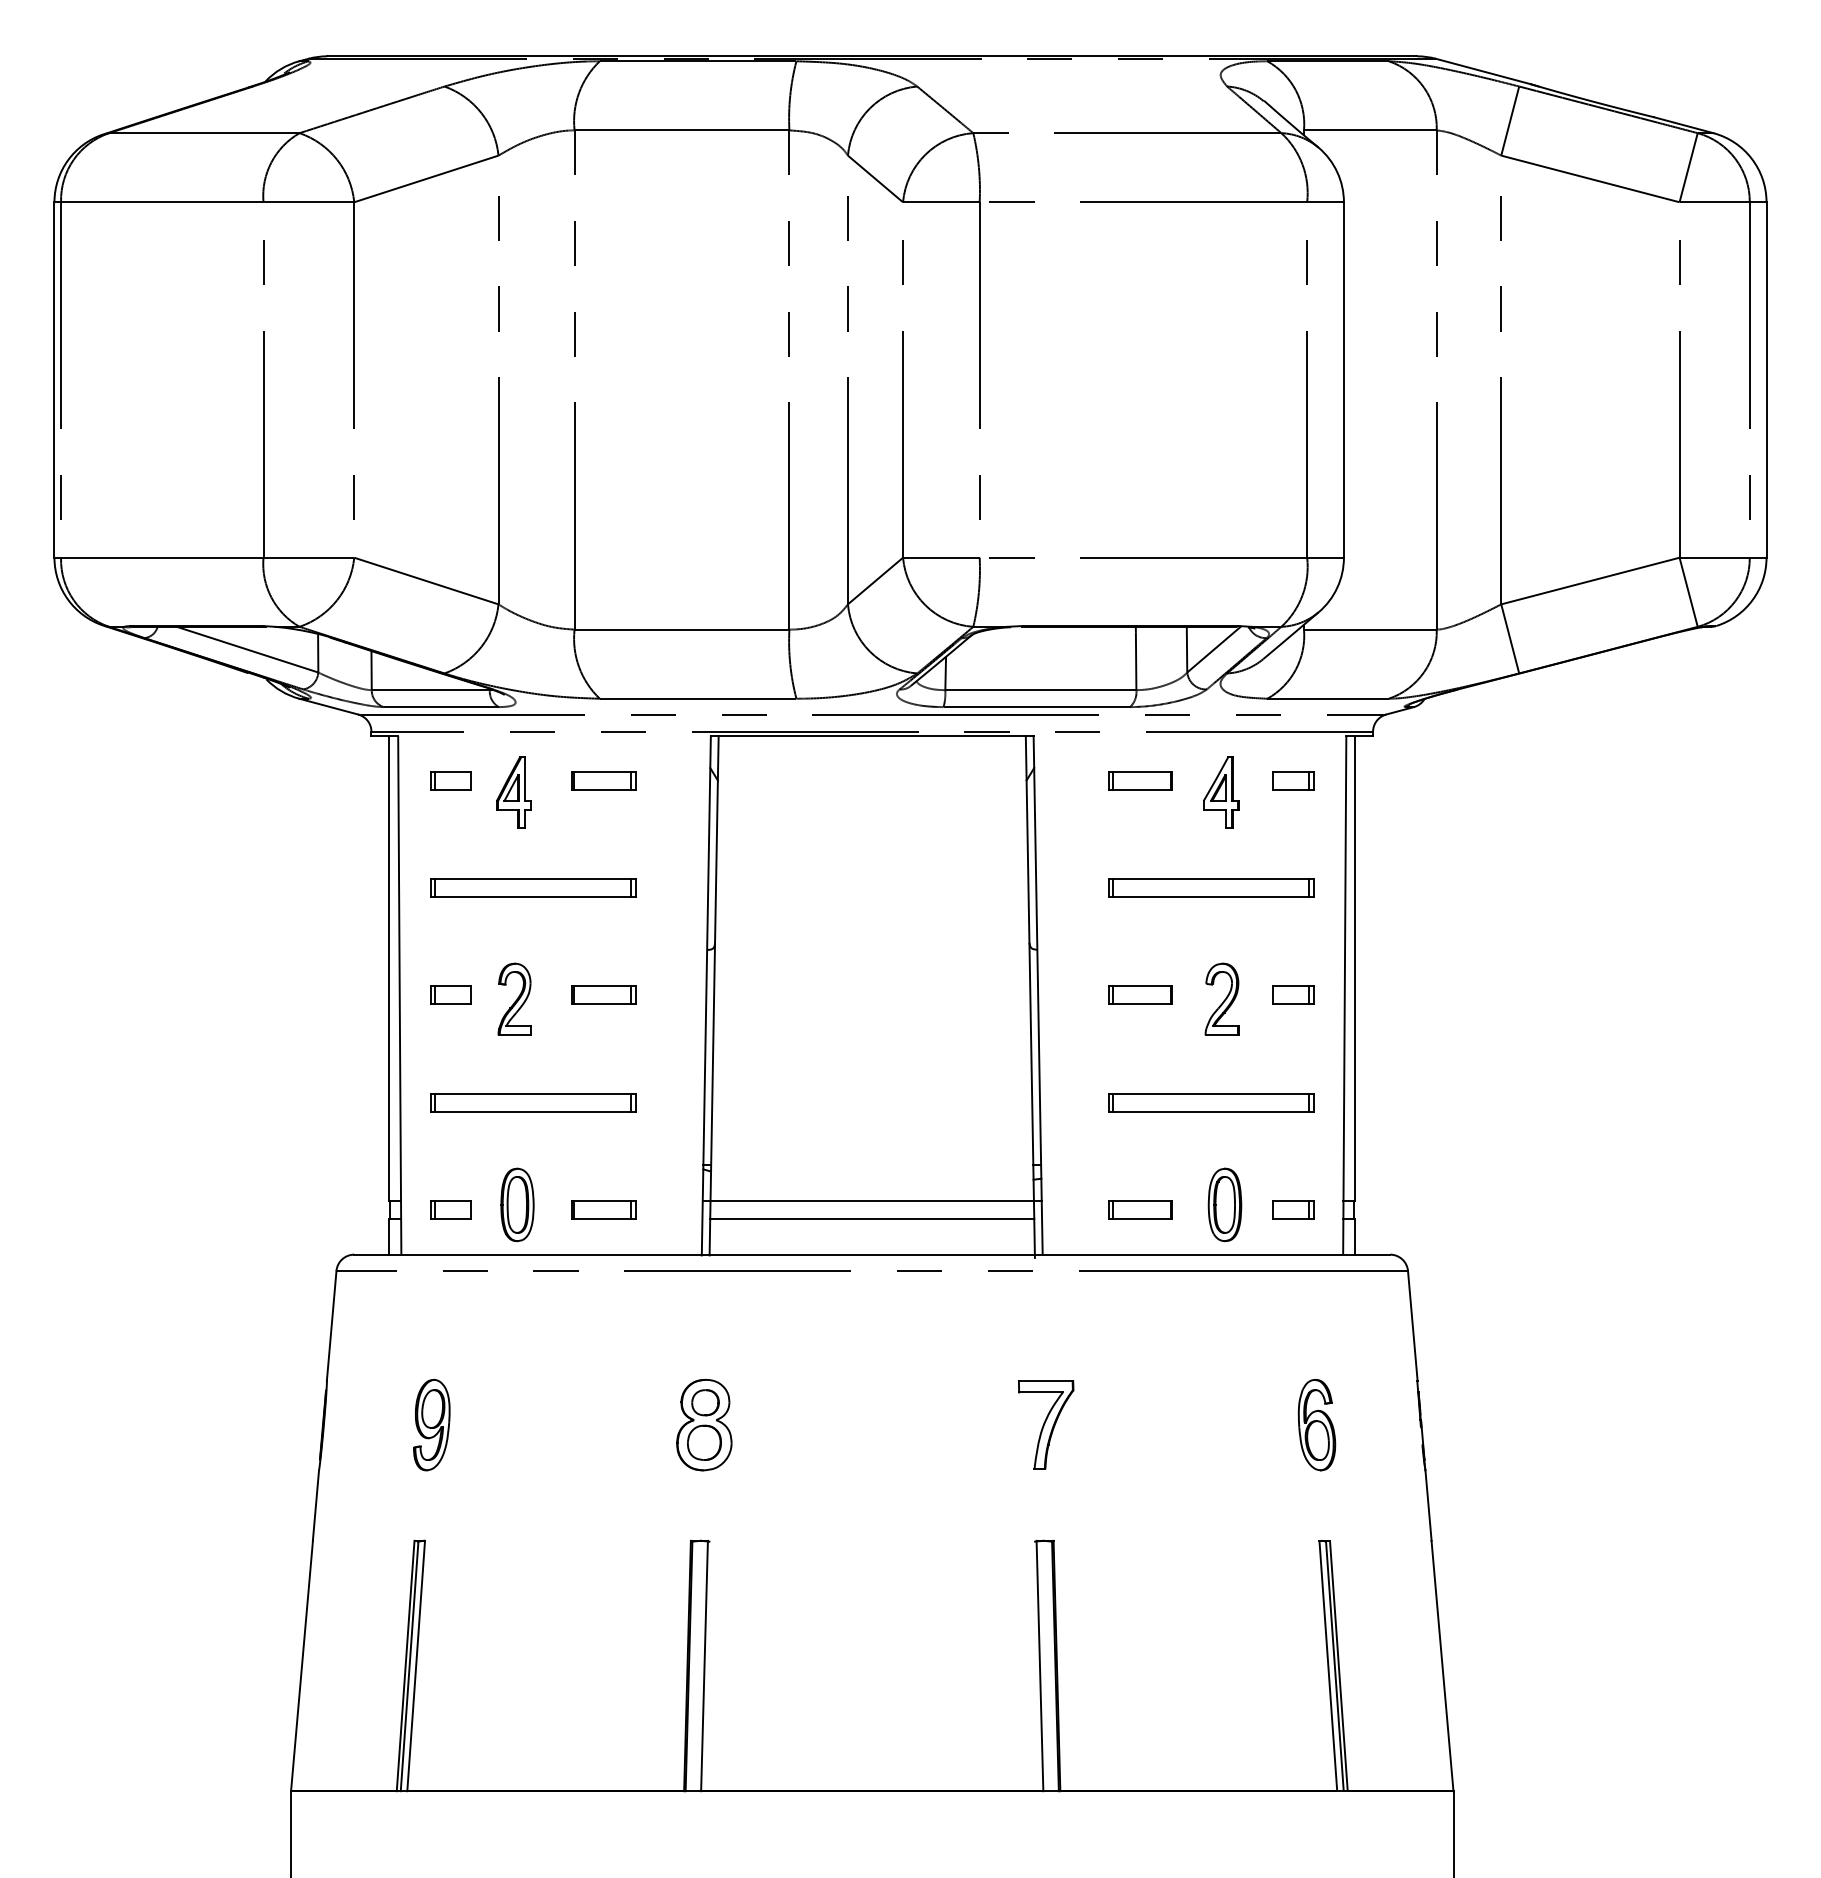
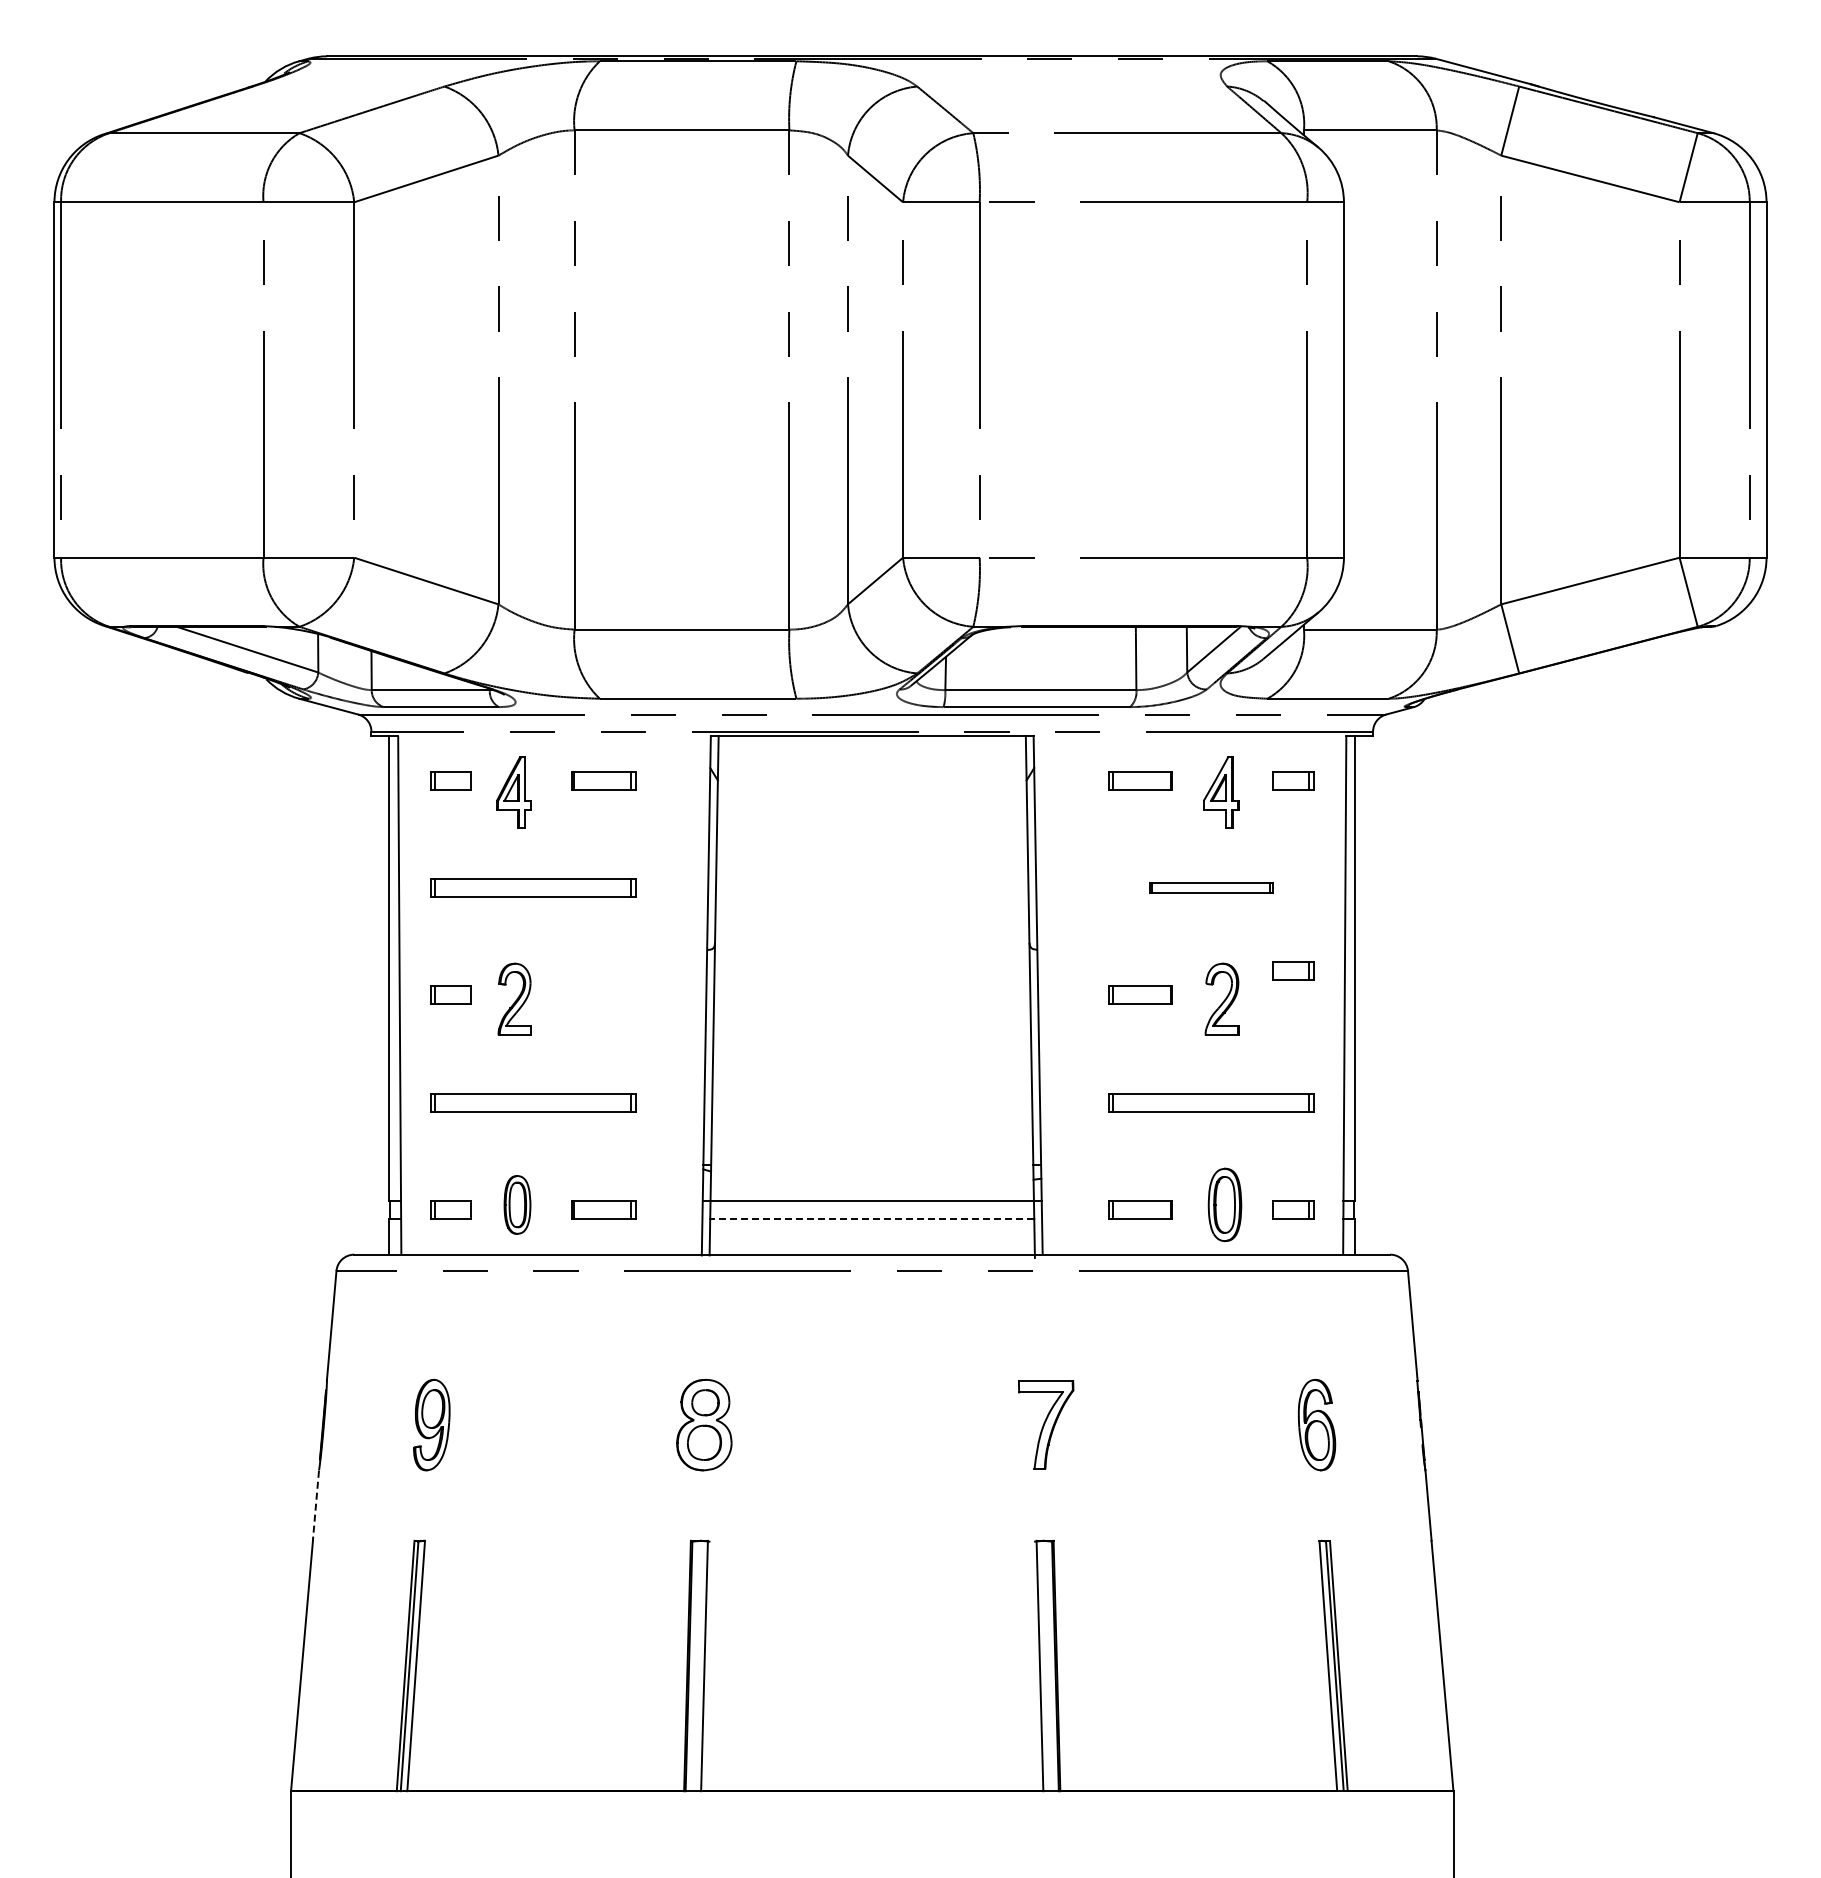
part at (1211, 887) size: 207x20 px -> 125x12 px
part at (603, 994): present -> none
part at (1293, 994) position: (1293, 994) -> (1293, 970)
part at (517, 1204) size: 35x76 px -> 29x60 px
line at (871, 1218): solid -> dashed
line at (315, 1506): solid -> dashed
